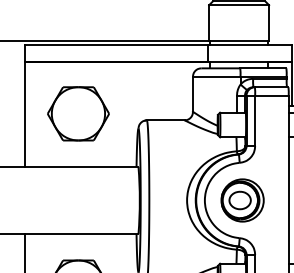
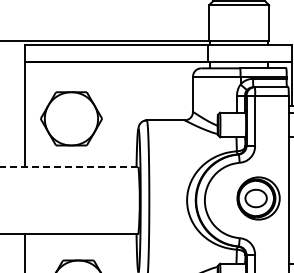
part at (78, 113) position: (78, 113) -> (71, 118)
line at (69, 166): solid -> dashed
part at (242, 200) position: (242, 200) -> (258, 198)
